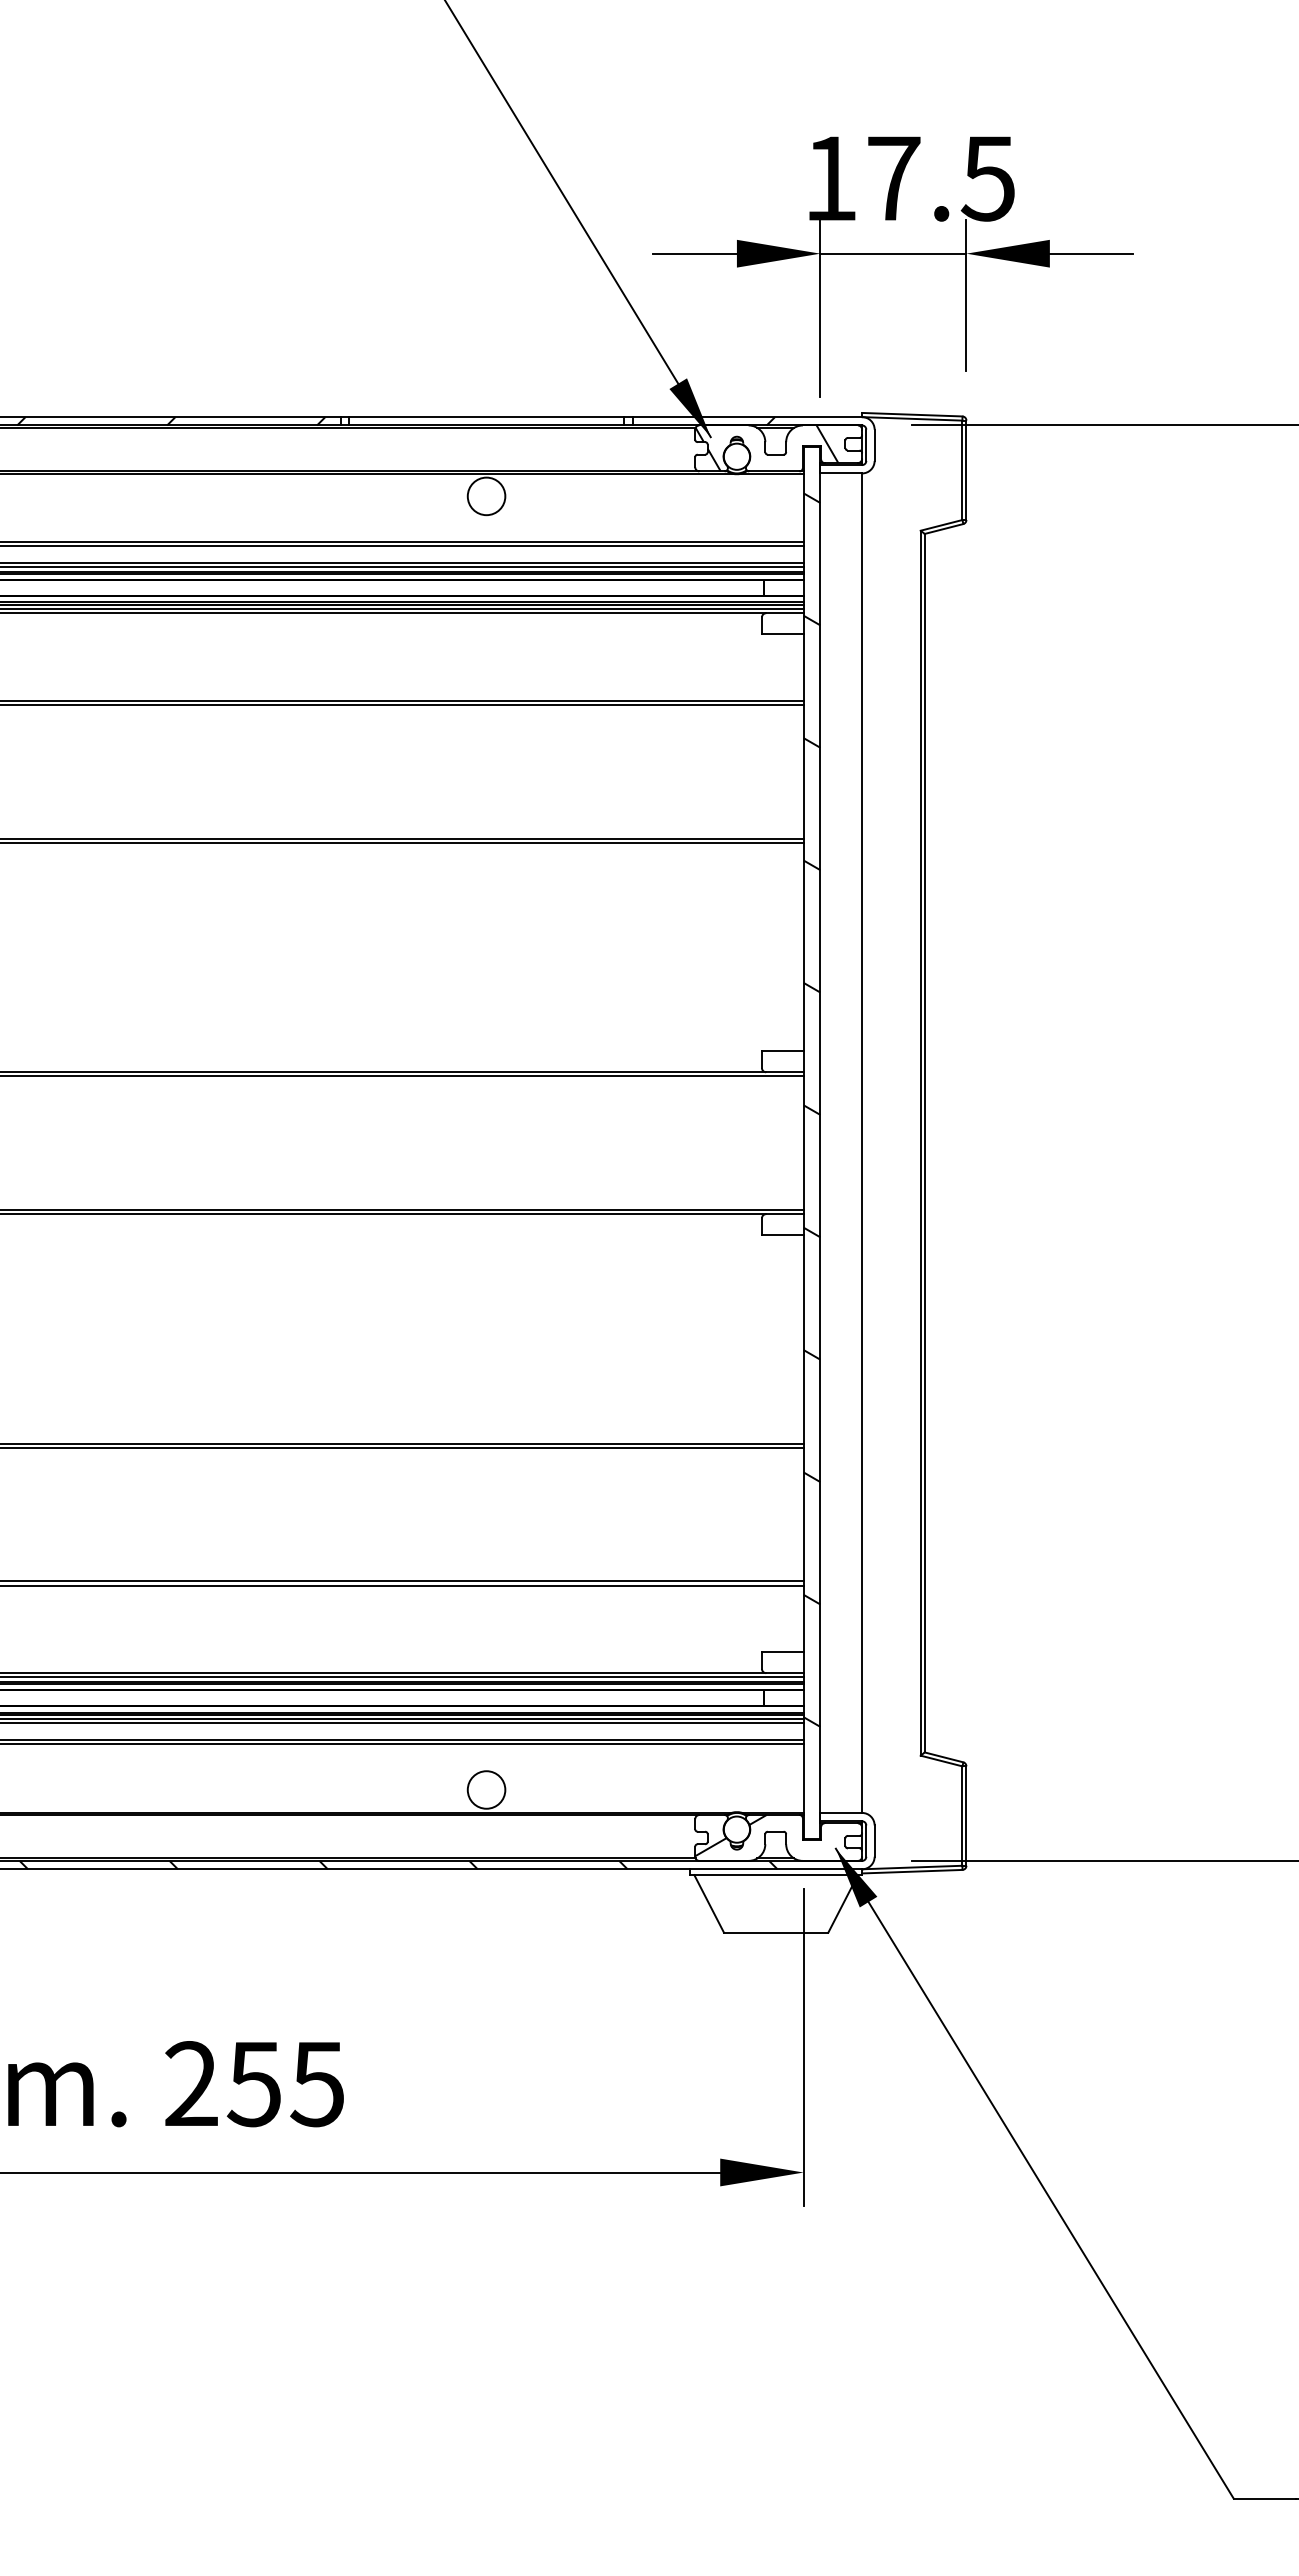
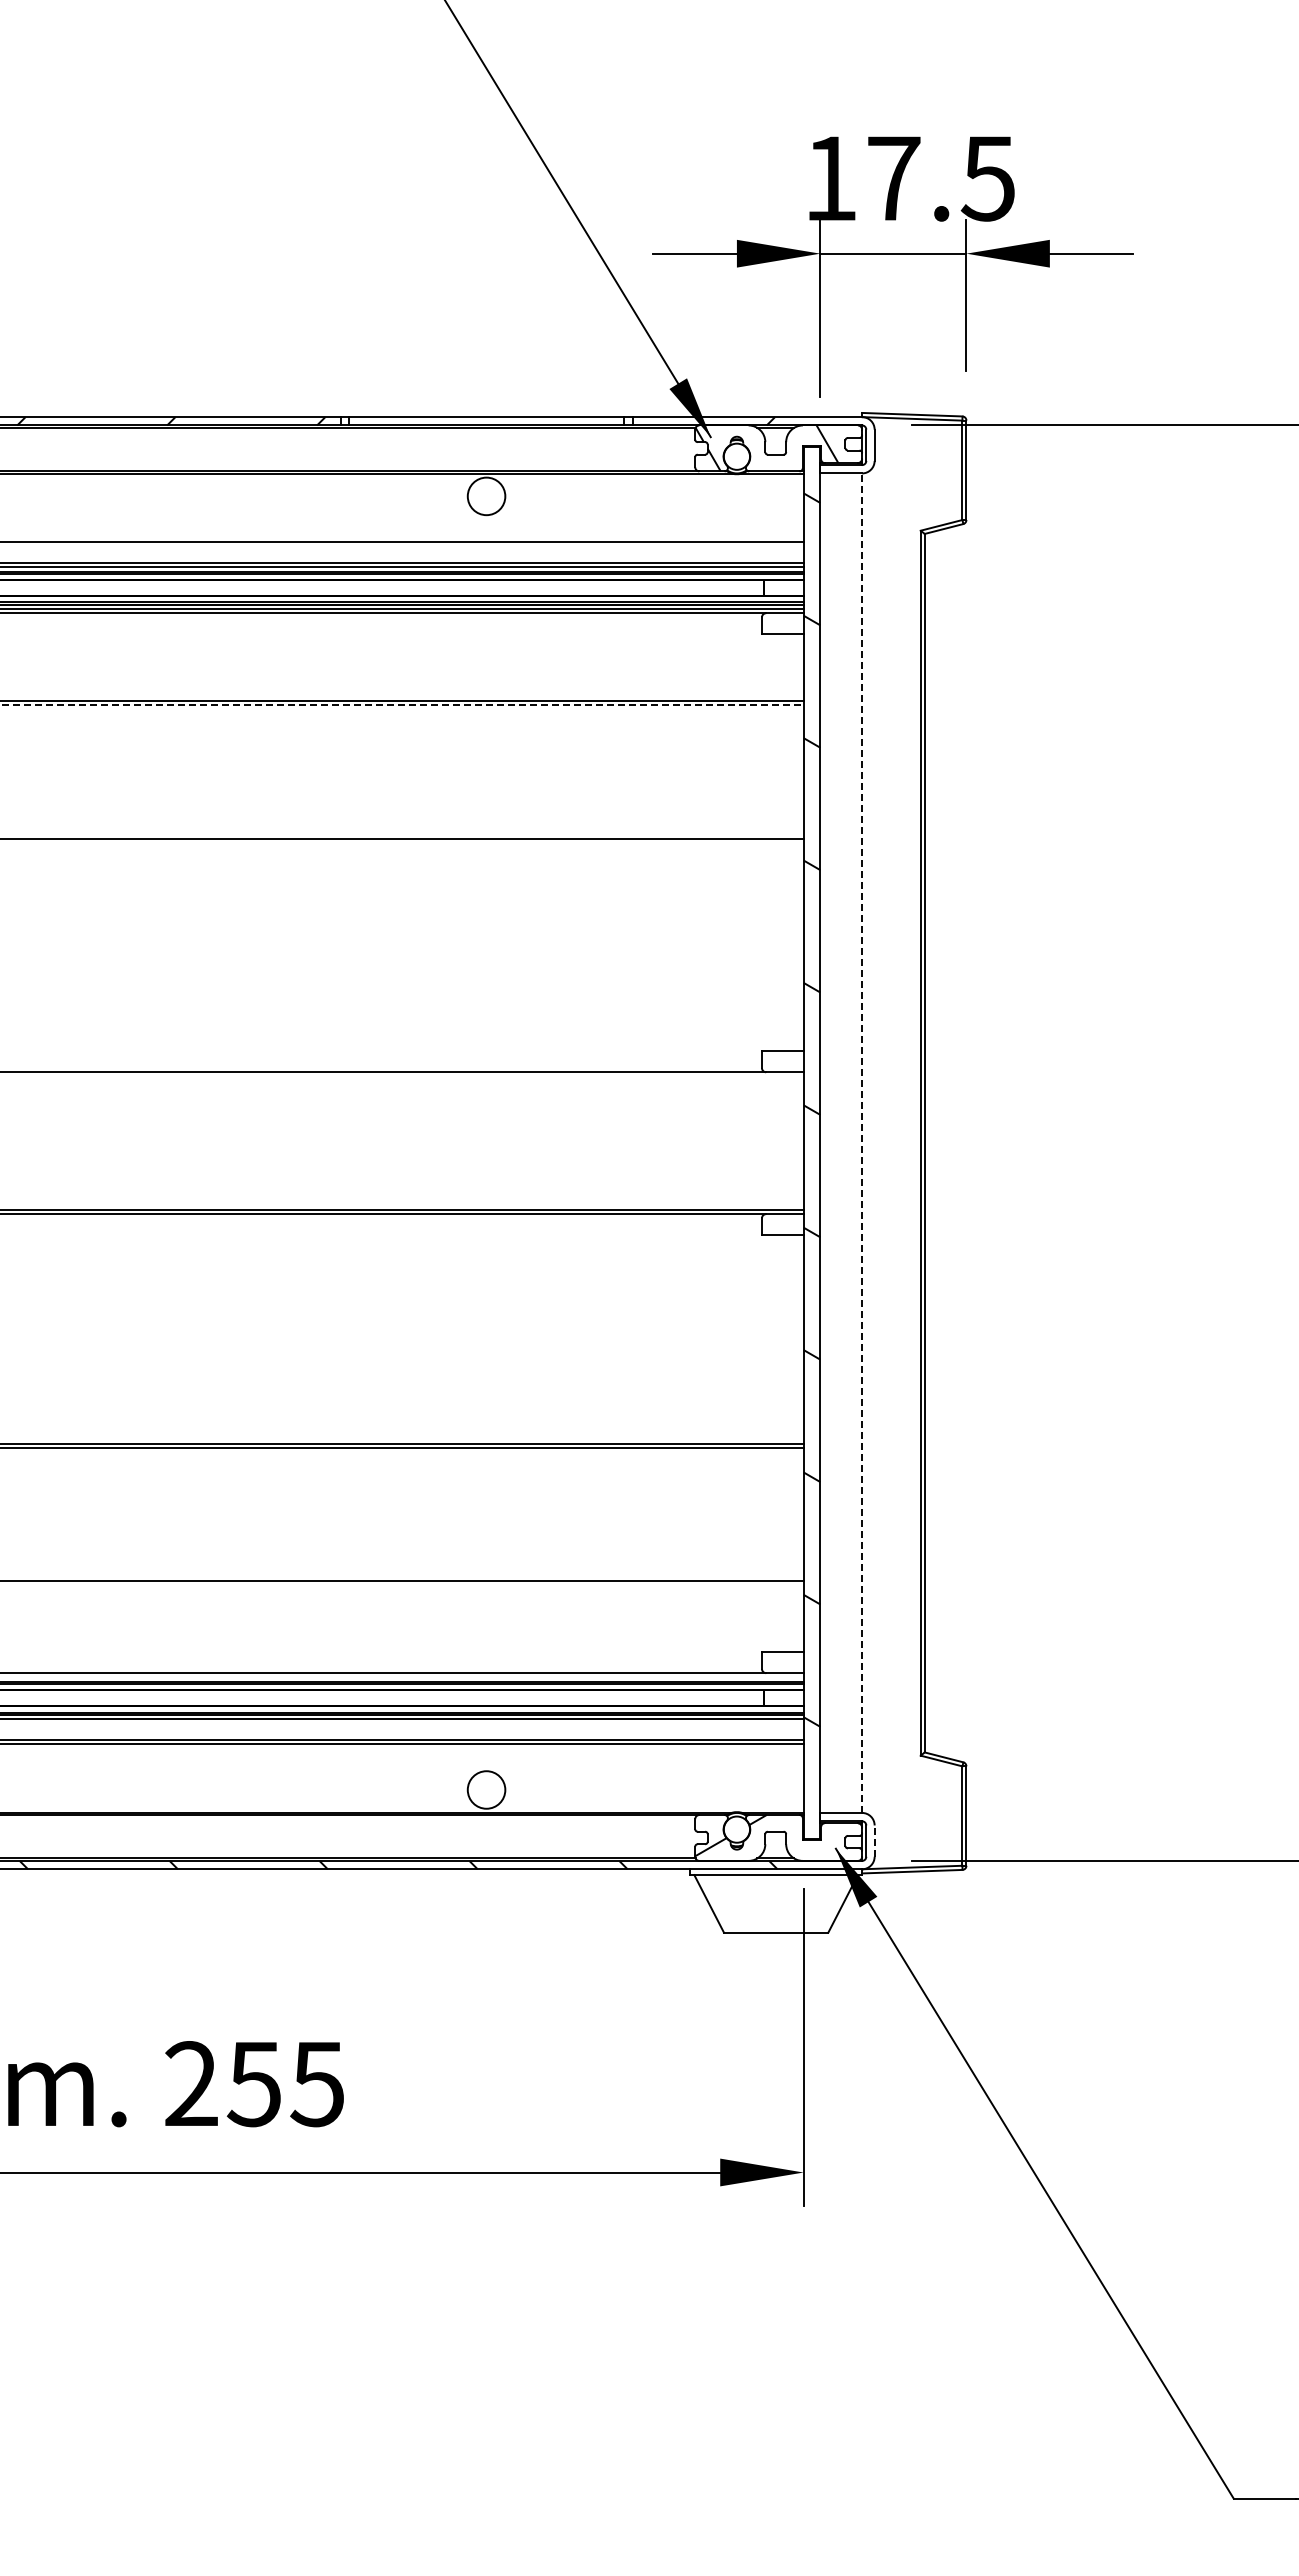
line at (402, 546): present -> none
line at (402, 705): solid -> dashed
line at (402, 842): present -> none
line at (402, 1076): present -> none
line at (862, 1143): solid -> dashed
line at (402, 1585): present -> none
line at (402, 1677): present -> none
line at (402, 1723): present -> none
line at (874, 1841): solid -> dashed
